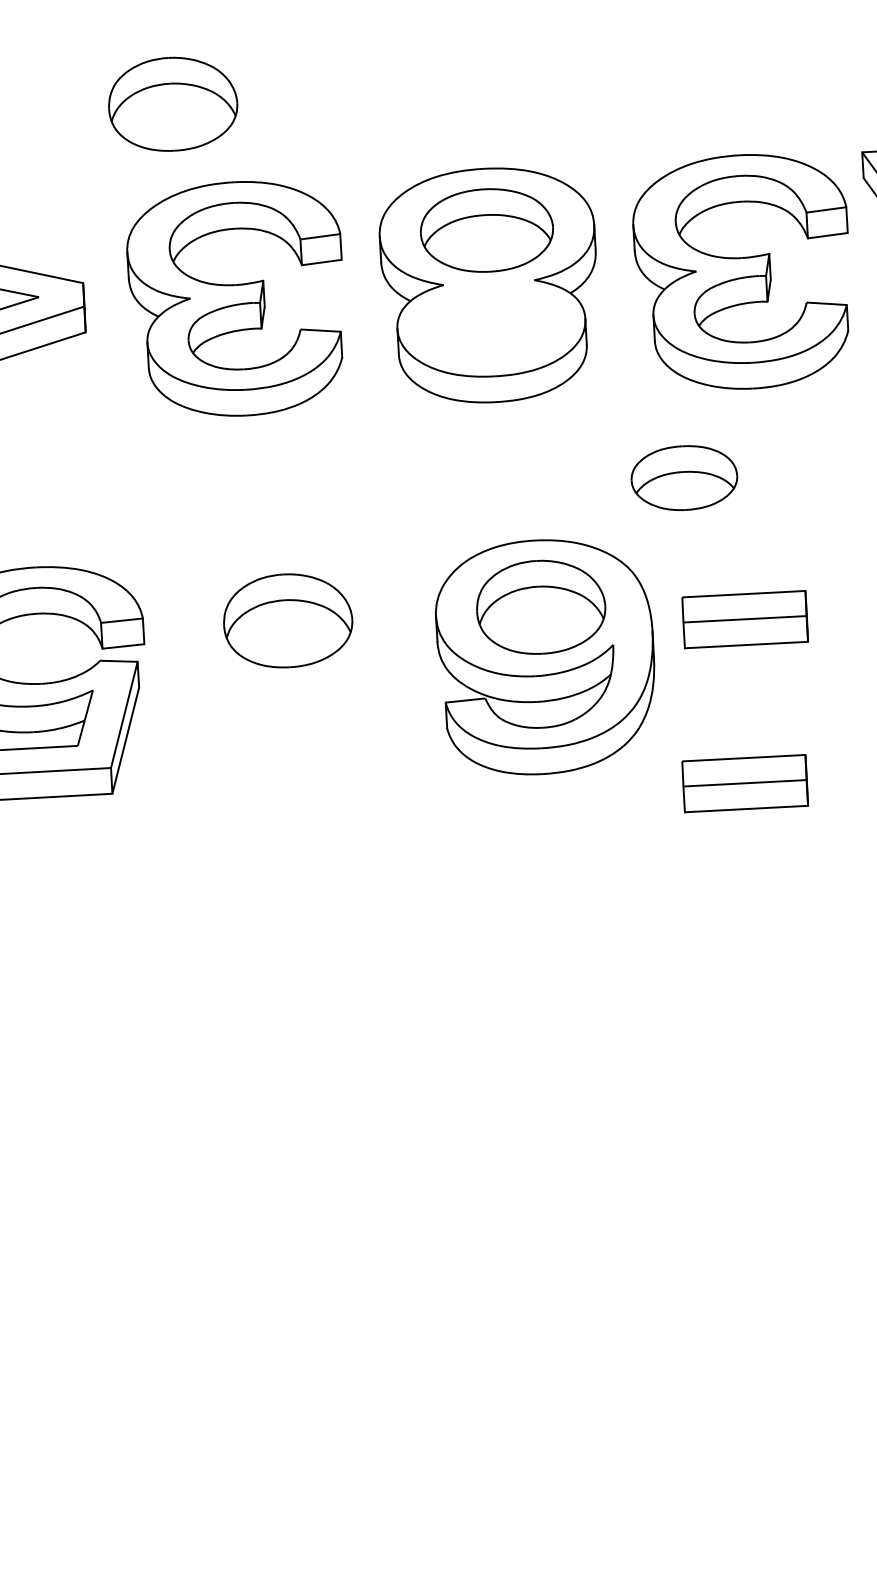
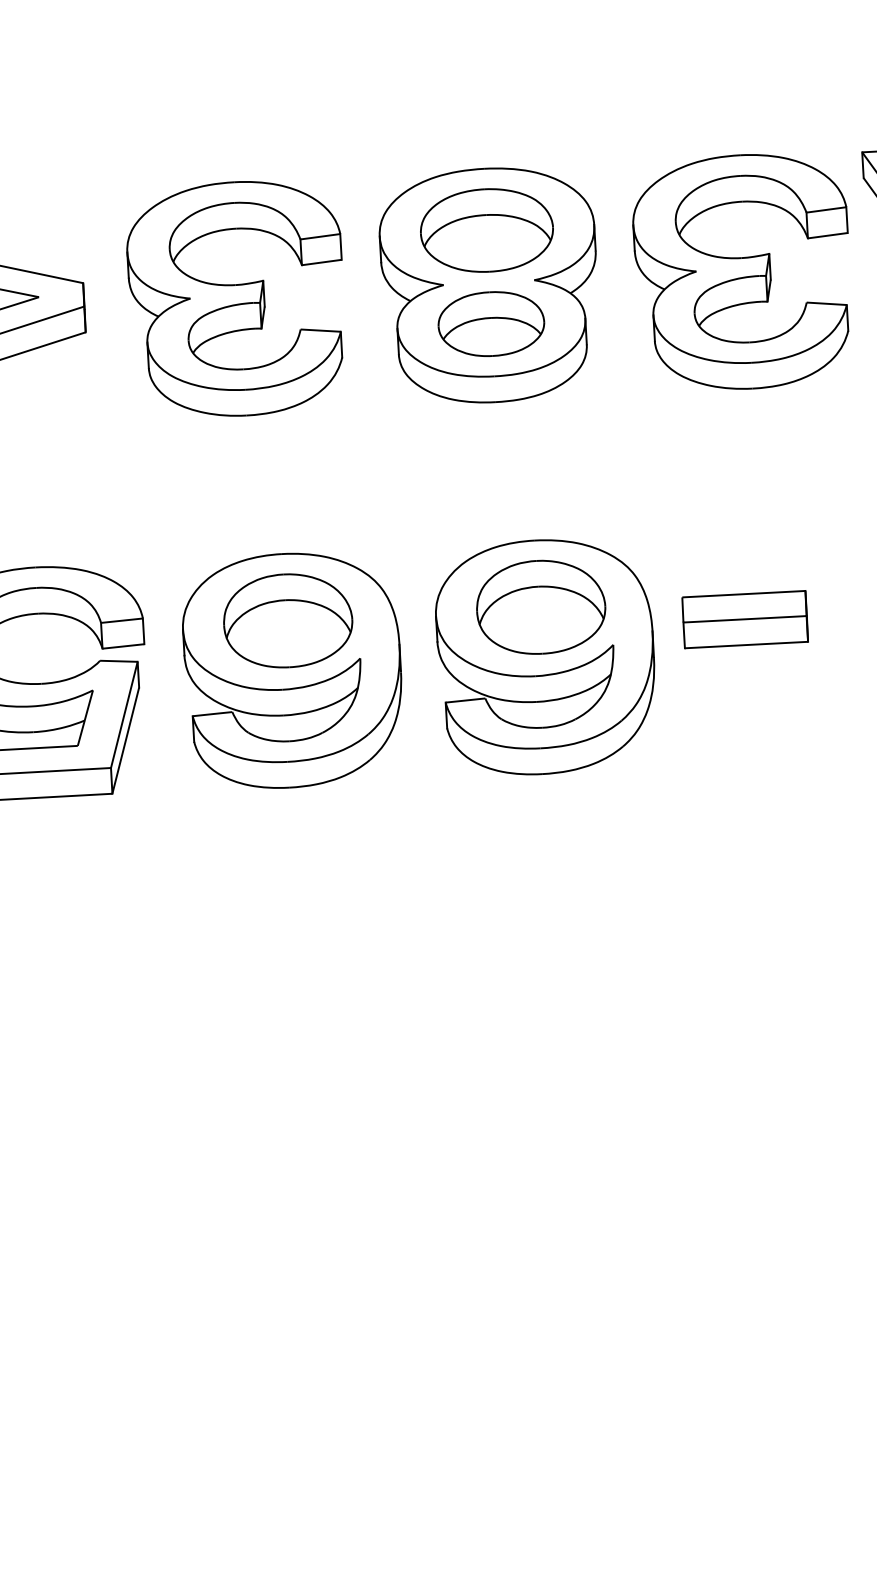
part at (173, 103): present -> none
part at (684, 477) position: (684, 477) -> (491, 323)
part at (292, 670): none -> present
part at (744, 783): present -> none
